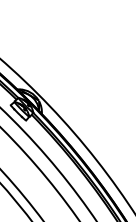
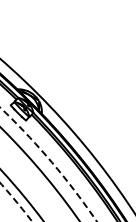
circle at (48, 164): solid -> dashed
circle at (16, 202): solid -> dashed
